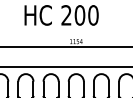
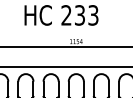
text at (86, 15): 200 -> 233
